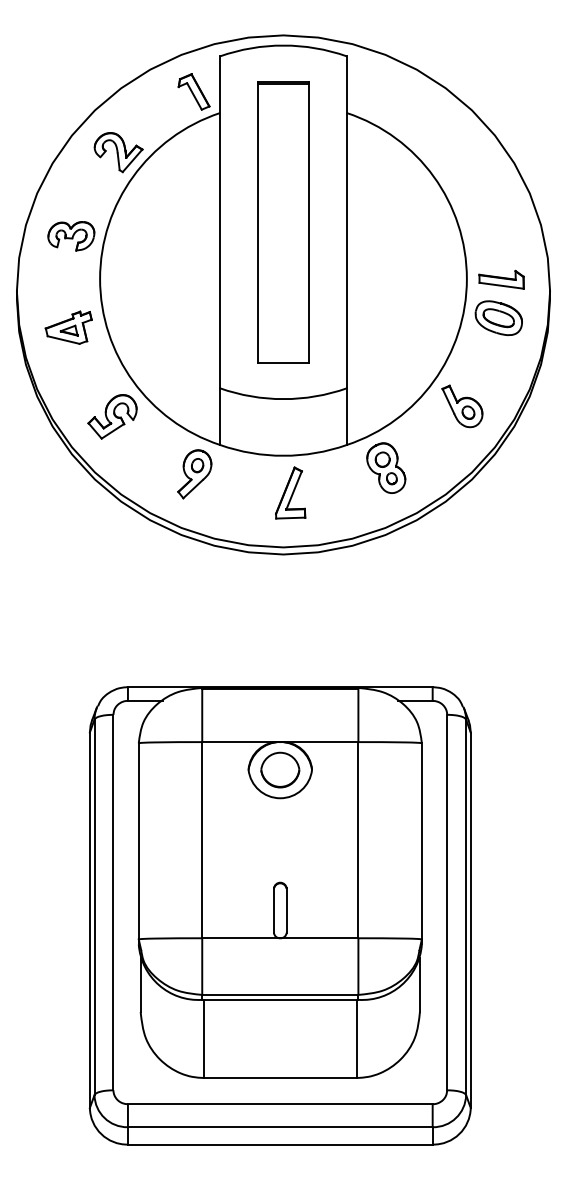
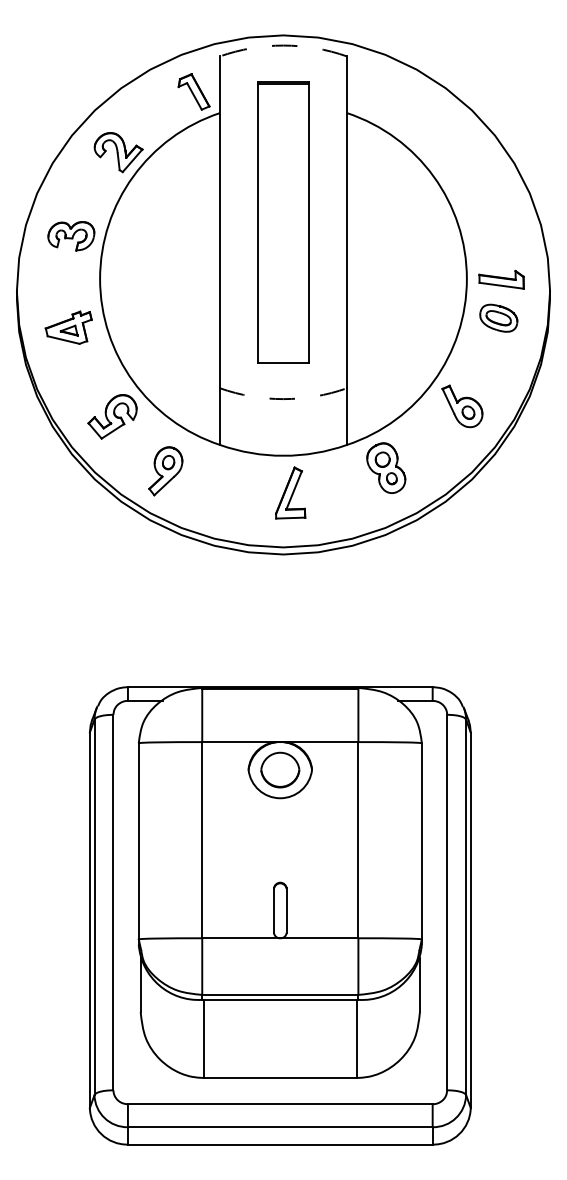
arc at (283, 45): solid -> dashed
part at (498, 318) size: 49x37 px -> 40x30 px
arc at (283, 399): solid -> dashed
part at (194, 474) position: (194, 474) -> (165, 471)
